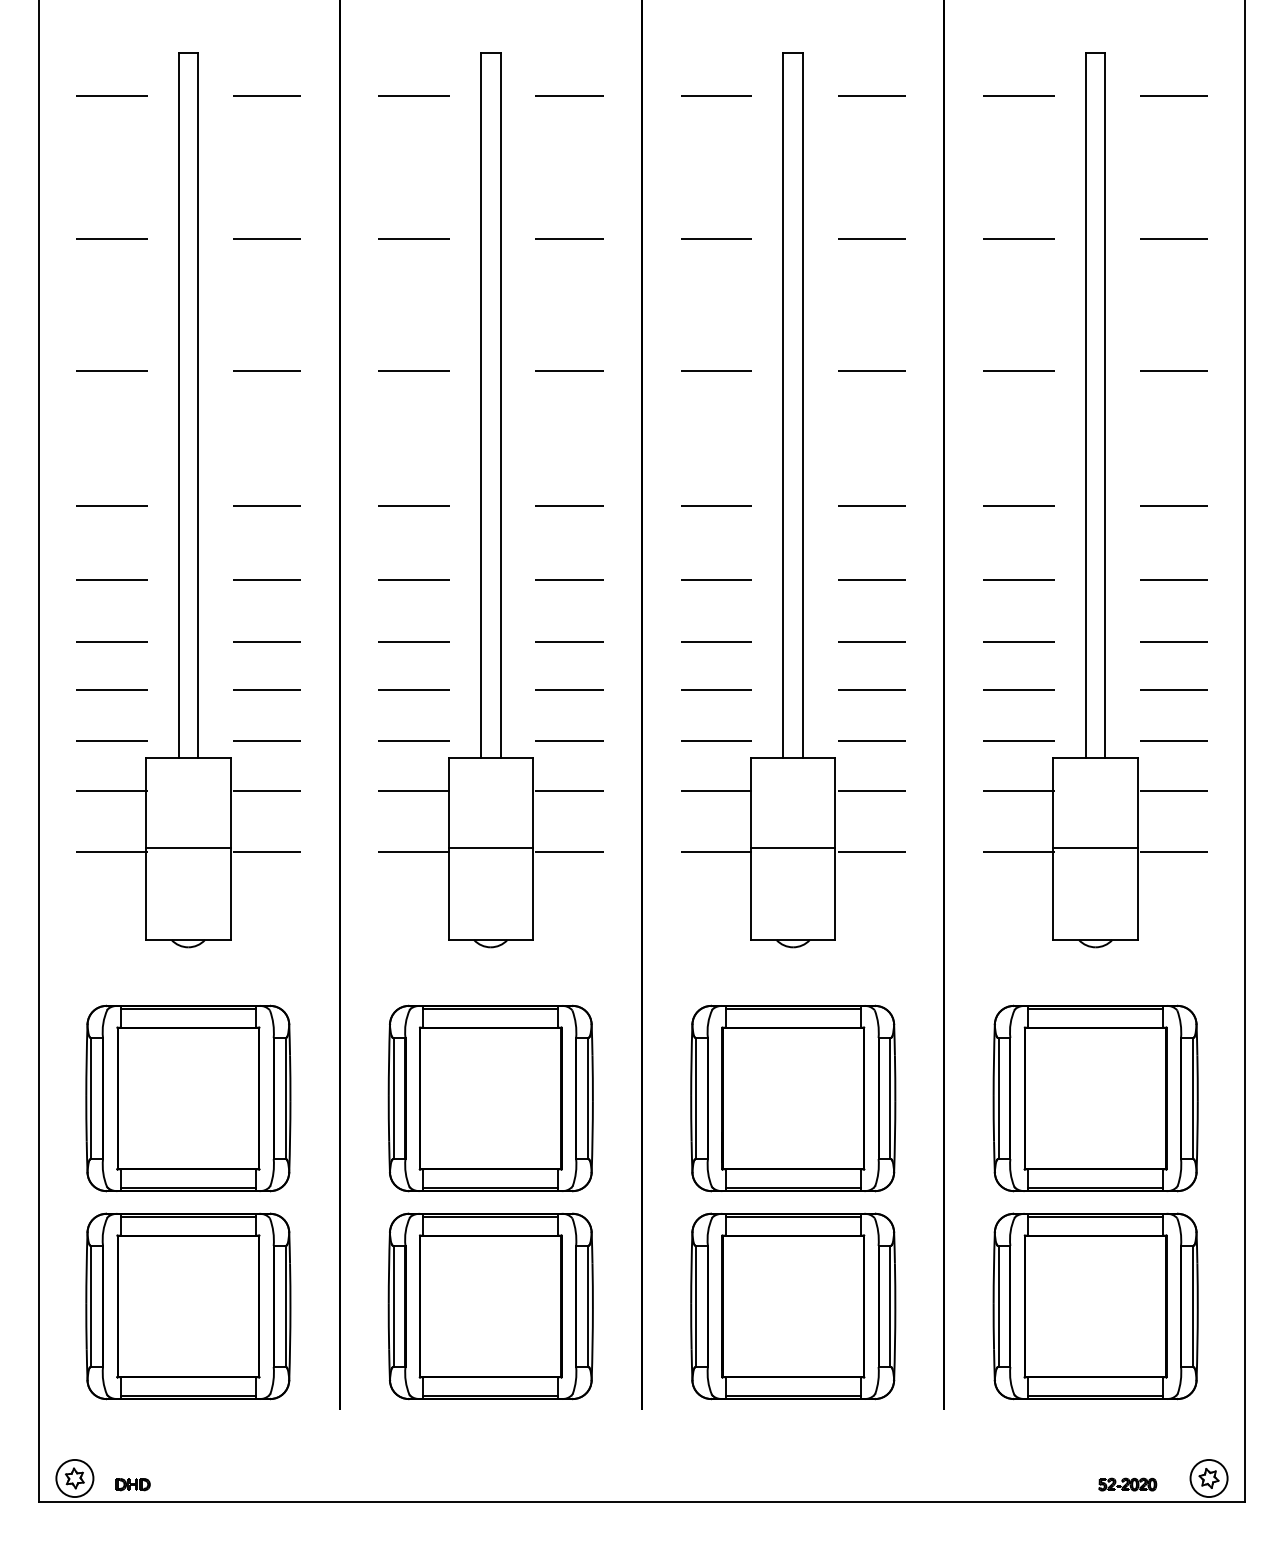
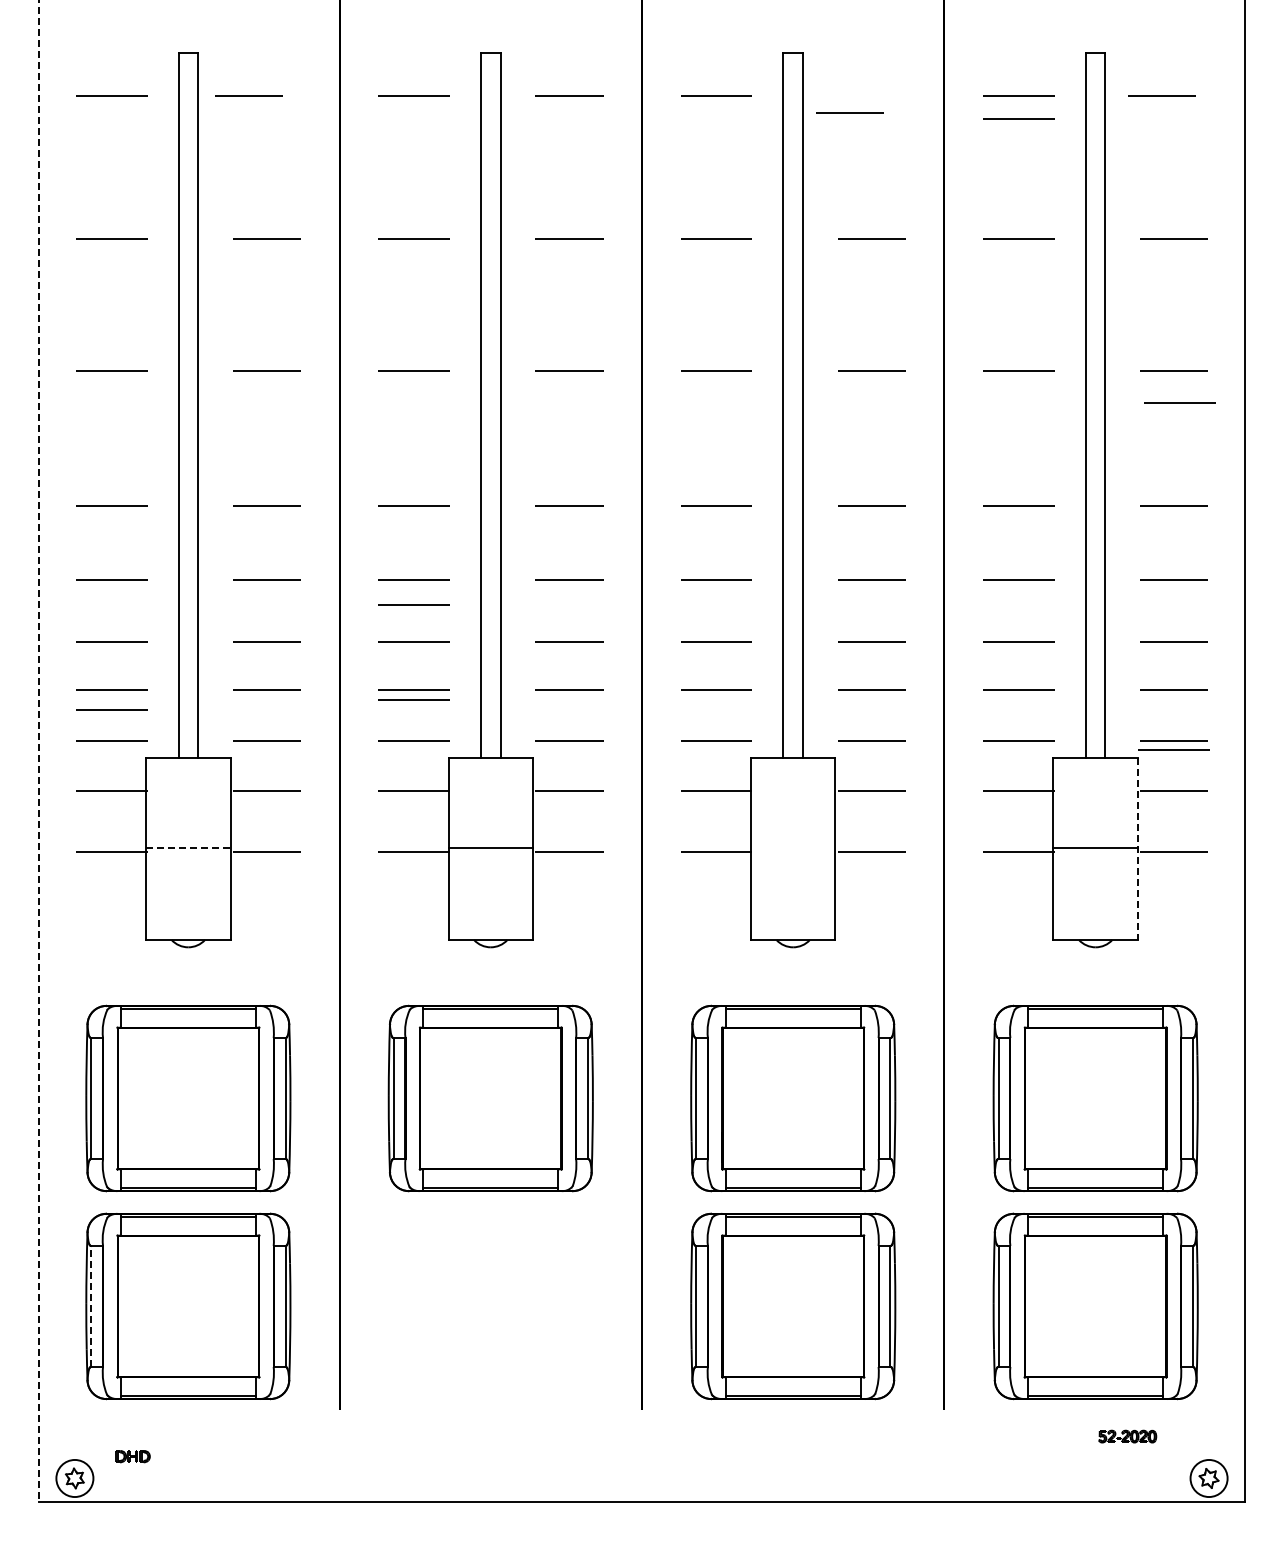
line at (266, 95) position: (266, 95) -> (248, 95)
line at (871, 95) position: (871, 95) -> (849, 112)
line at (1173, 95) position: (1173, 95) -> (1161, 95)
line at (1018, 118): none -> present
line at (1179, 402): none -> present
line at (413, 604): none -> present
line at (413, 699): none -> present
line at (111, 709): none -> present
line at (1173, 749): none -> present
line at (38, 750): solid -> dashed
line at (188, 847): solid -> dashed
line at (793, 847): present -> none
line at (1137, 849): solid -> dashed
line at (91, 1305): solid -> dashed
part at (490, 1306): present -> none
part at (132, 1484) position: (132, 1484) -> (132, 1456)
part at (1127, 1484) position: (1127, 1484) -> (1127, 1436)
